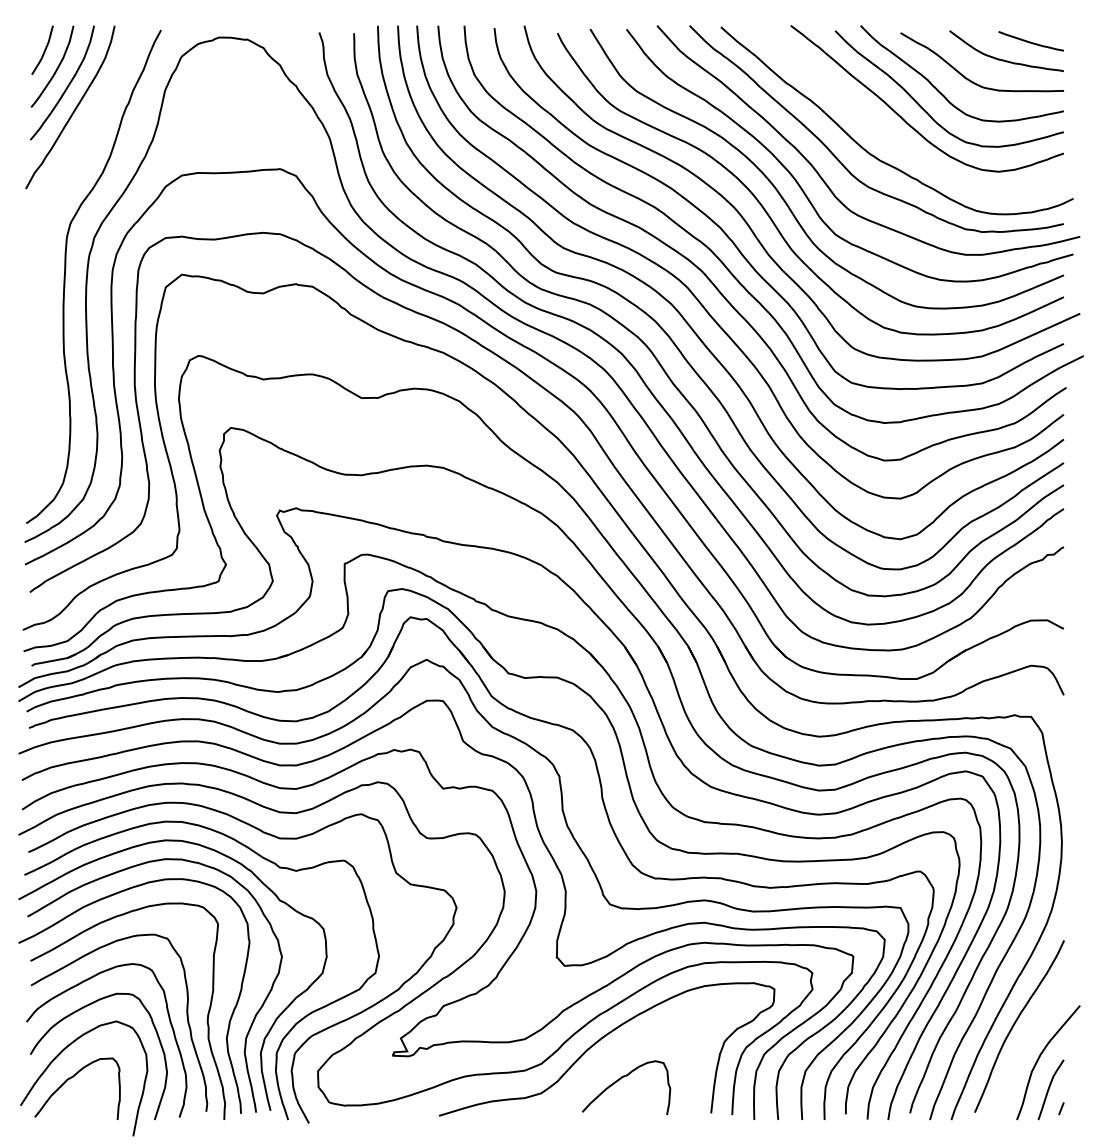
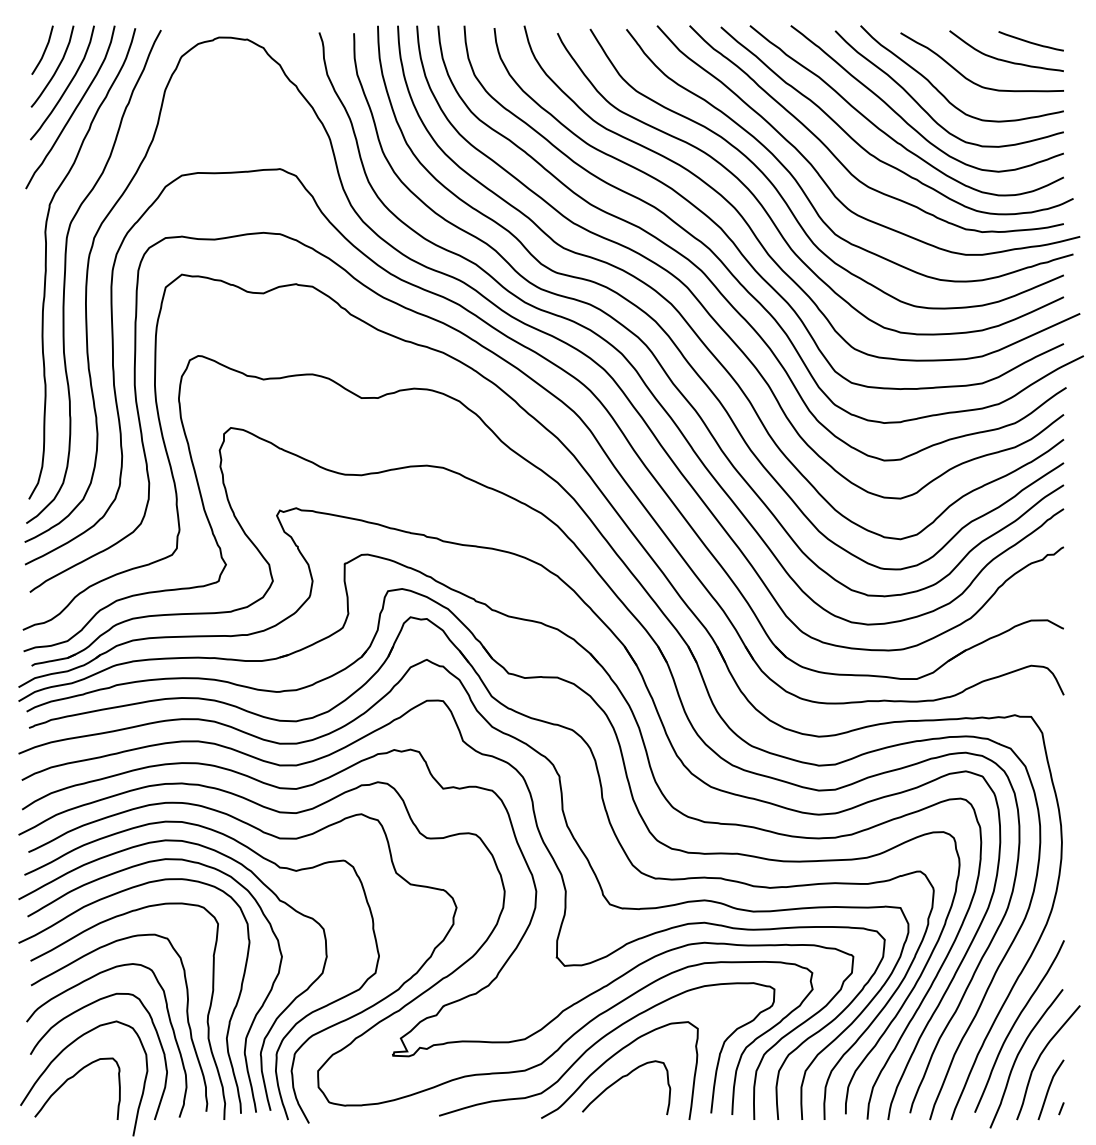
curve at (888, 134): none -> present
curve at (46, 263): none -> present
curve at (1019, 1054): none -> present
curve at (610, 1059): none -> present
